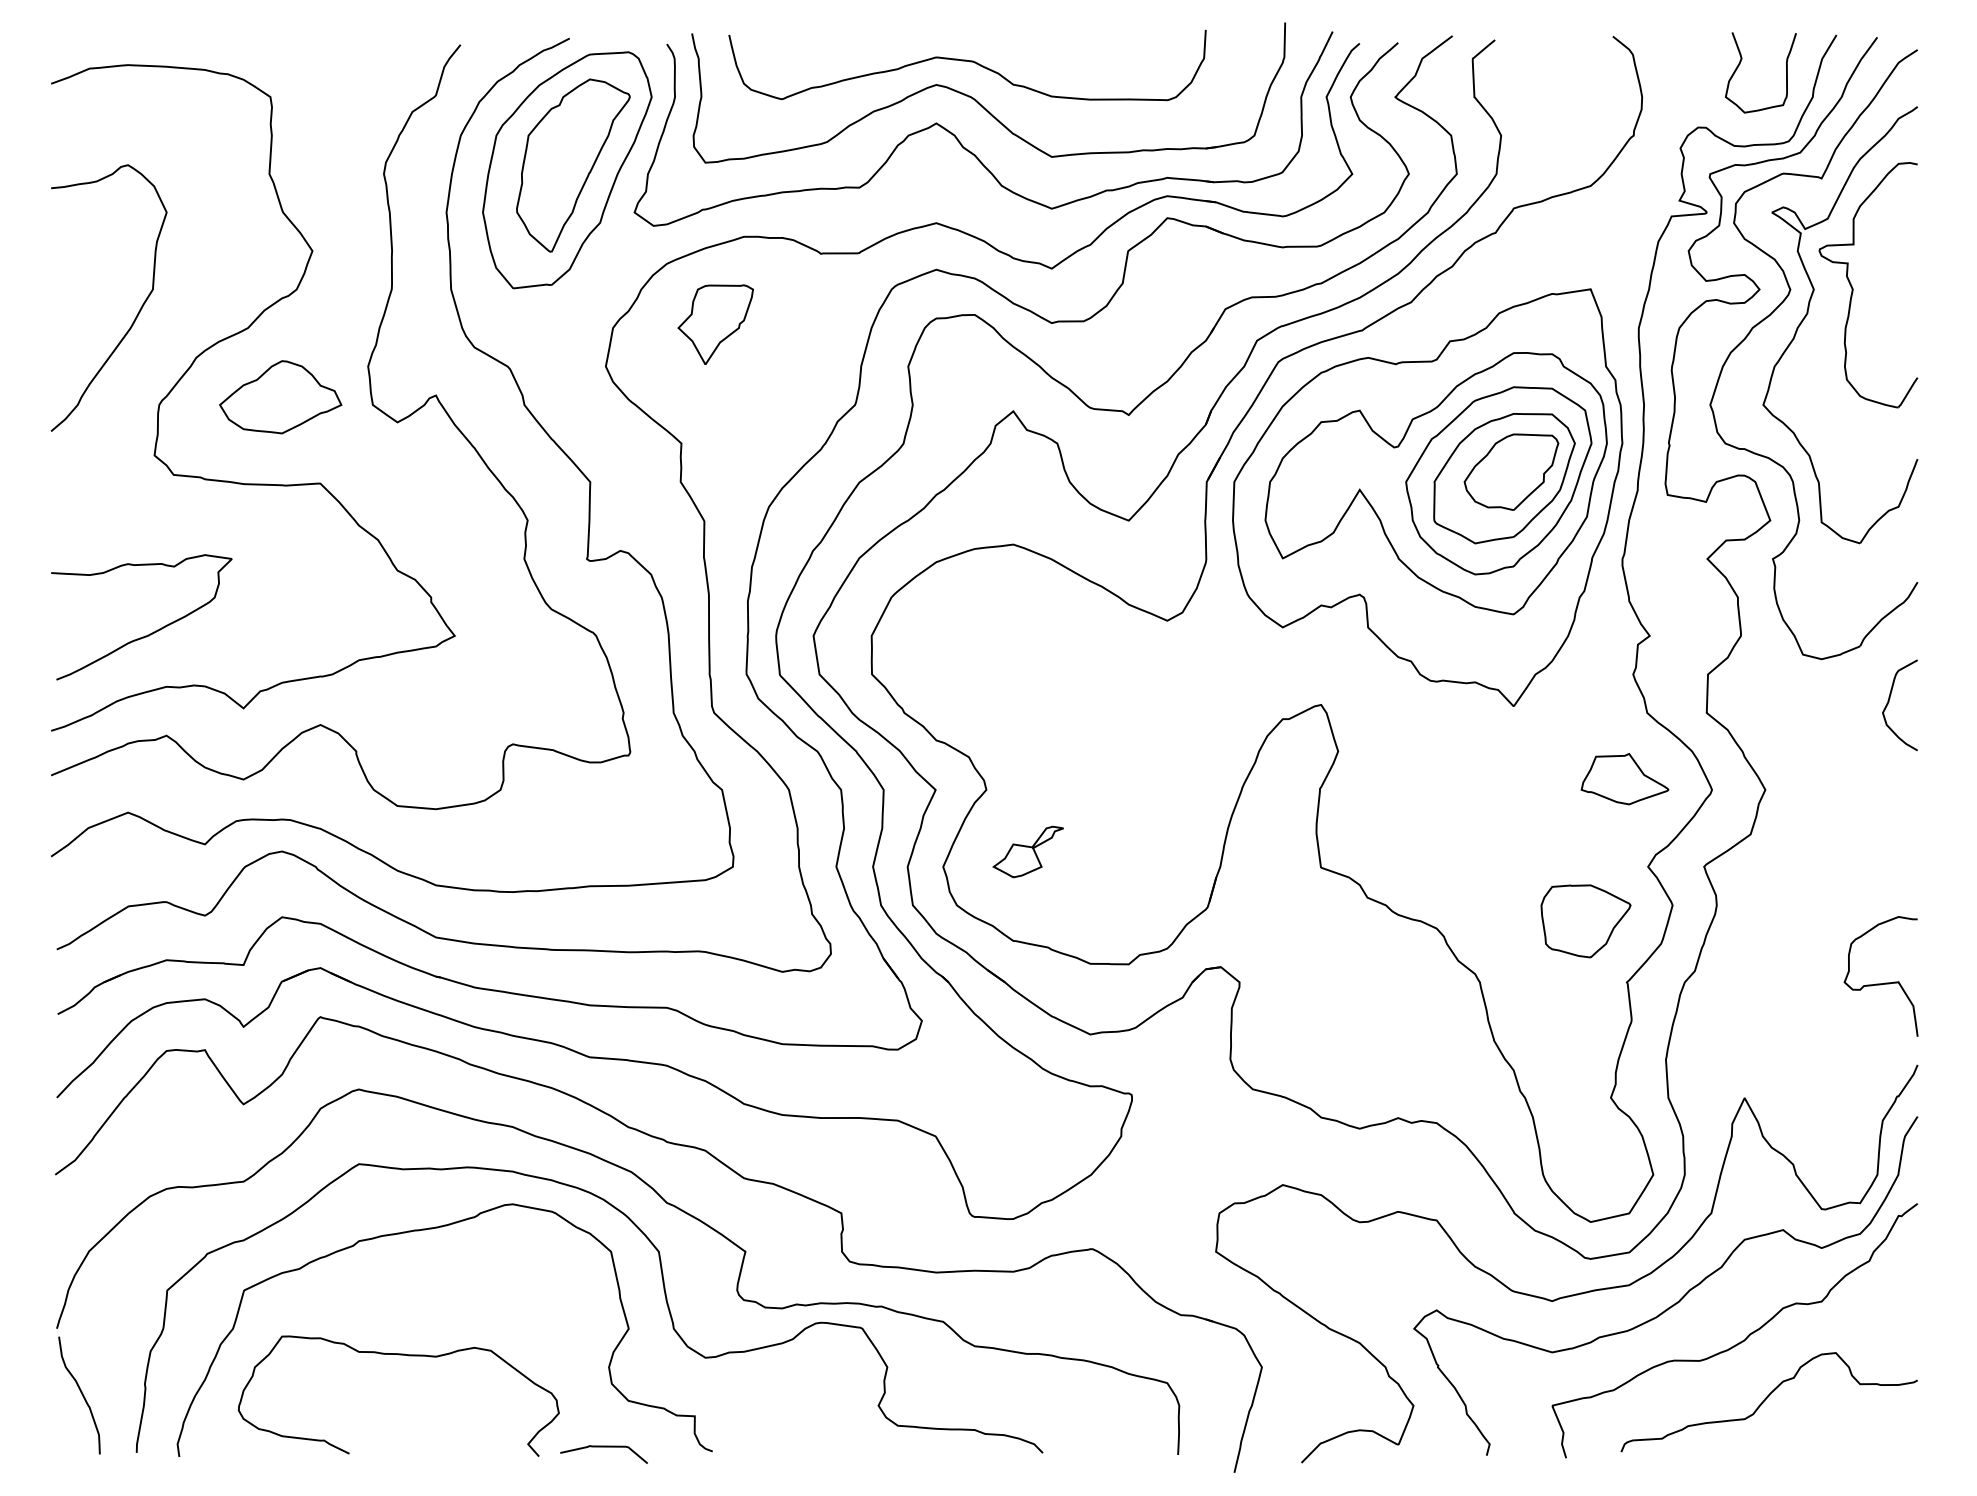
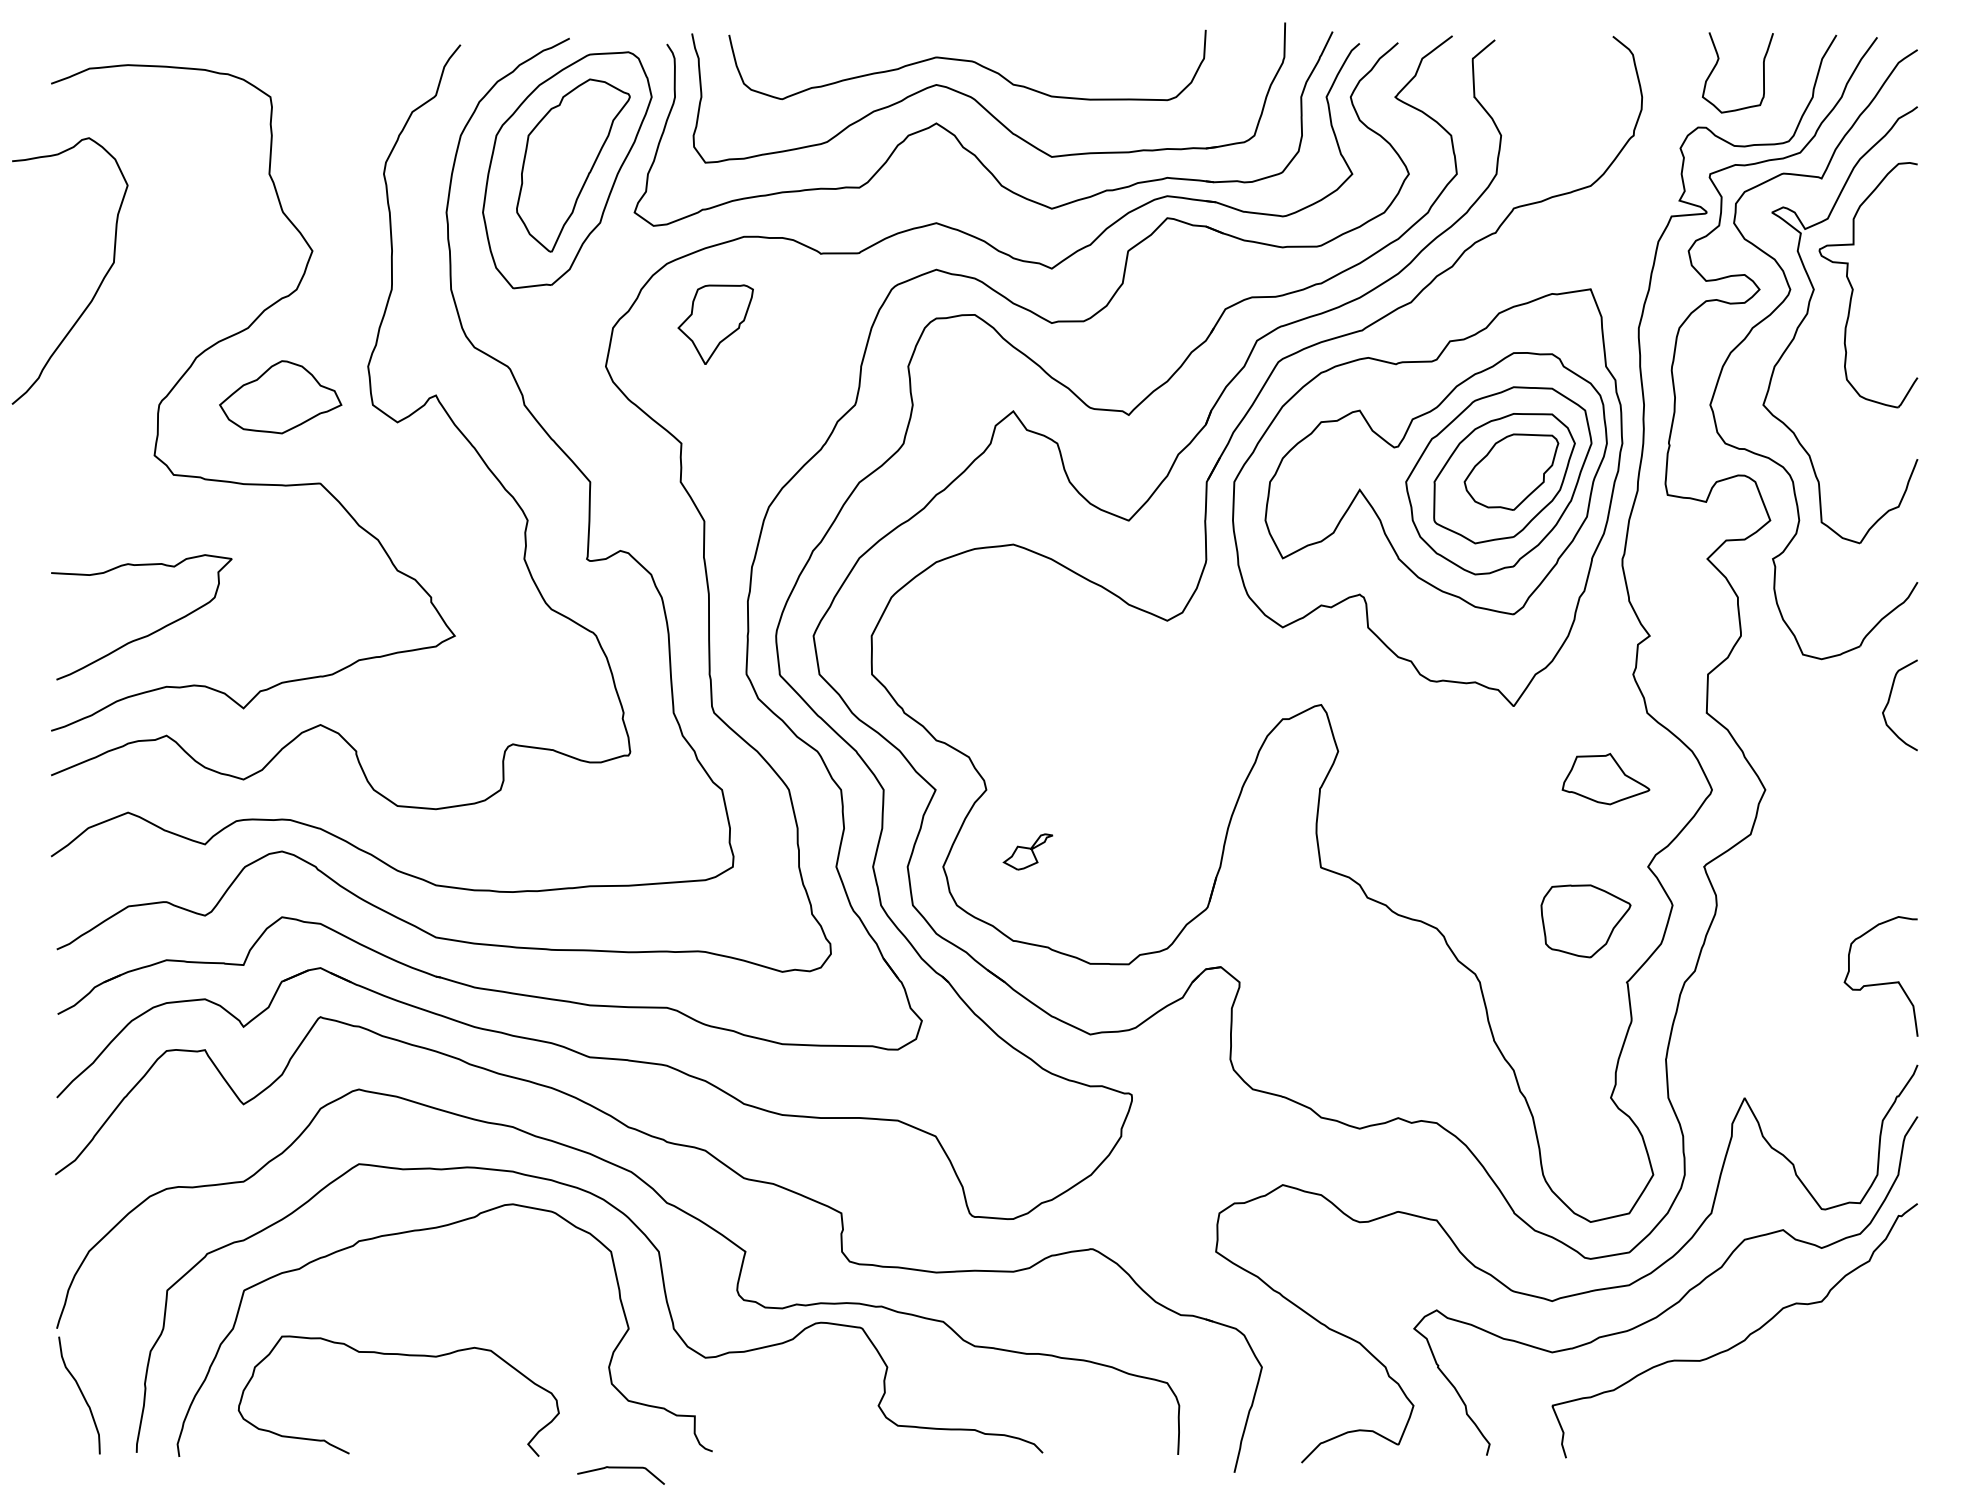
curve at (1740, 64) position: (1740, 64) -> (1717, 64)
curve at (138, 311) position: (138, 311) -> (99, 284)
part at (1624, 779) position: (1624, 779) -> (1605, 779)
part at (1027, 851) size: 72x54 px -> 52x38 px
curve at (1766, 1399): present -> none
curve at (603, 1447) position: (603, 1447) -> (620, 1468)
